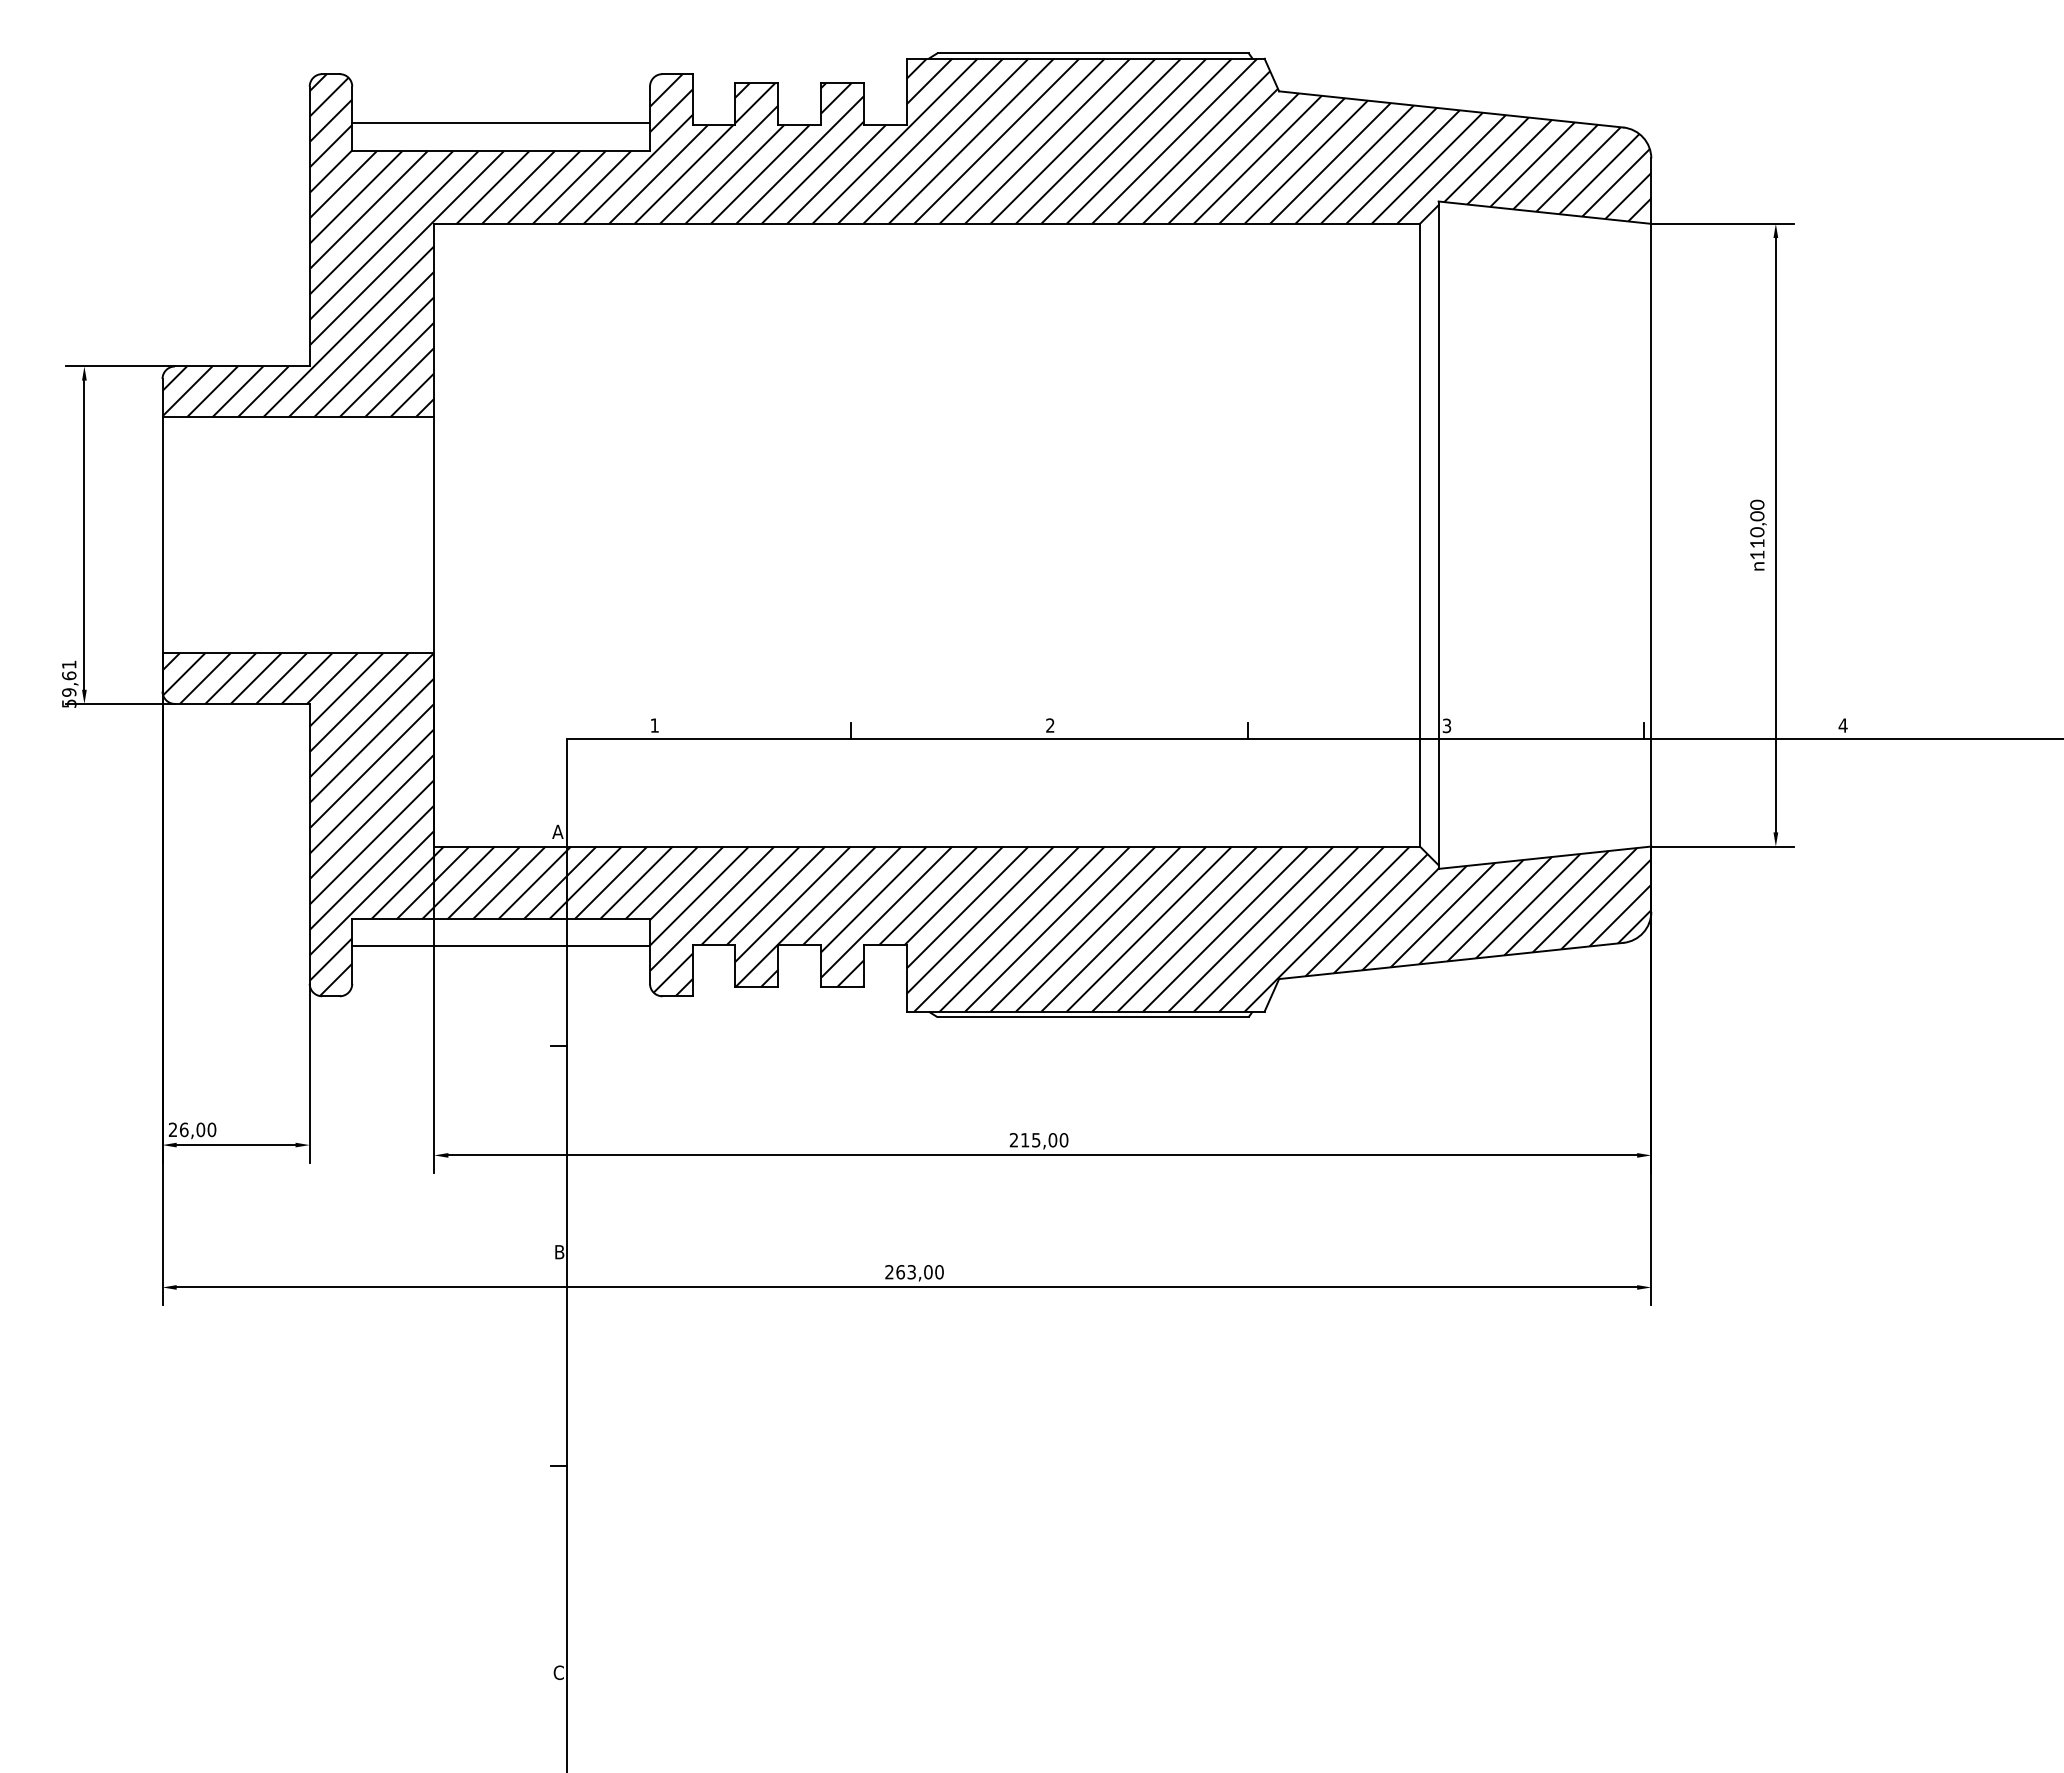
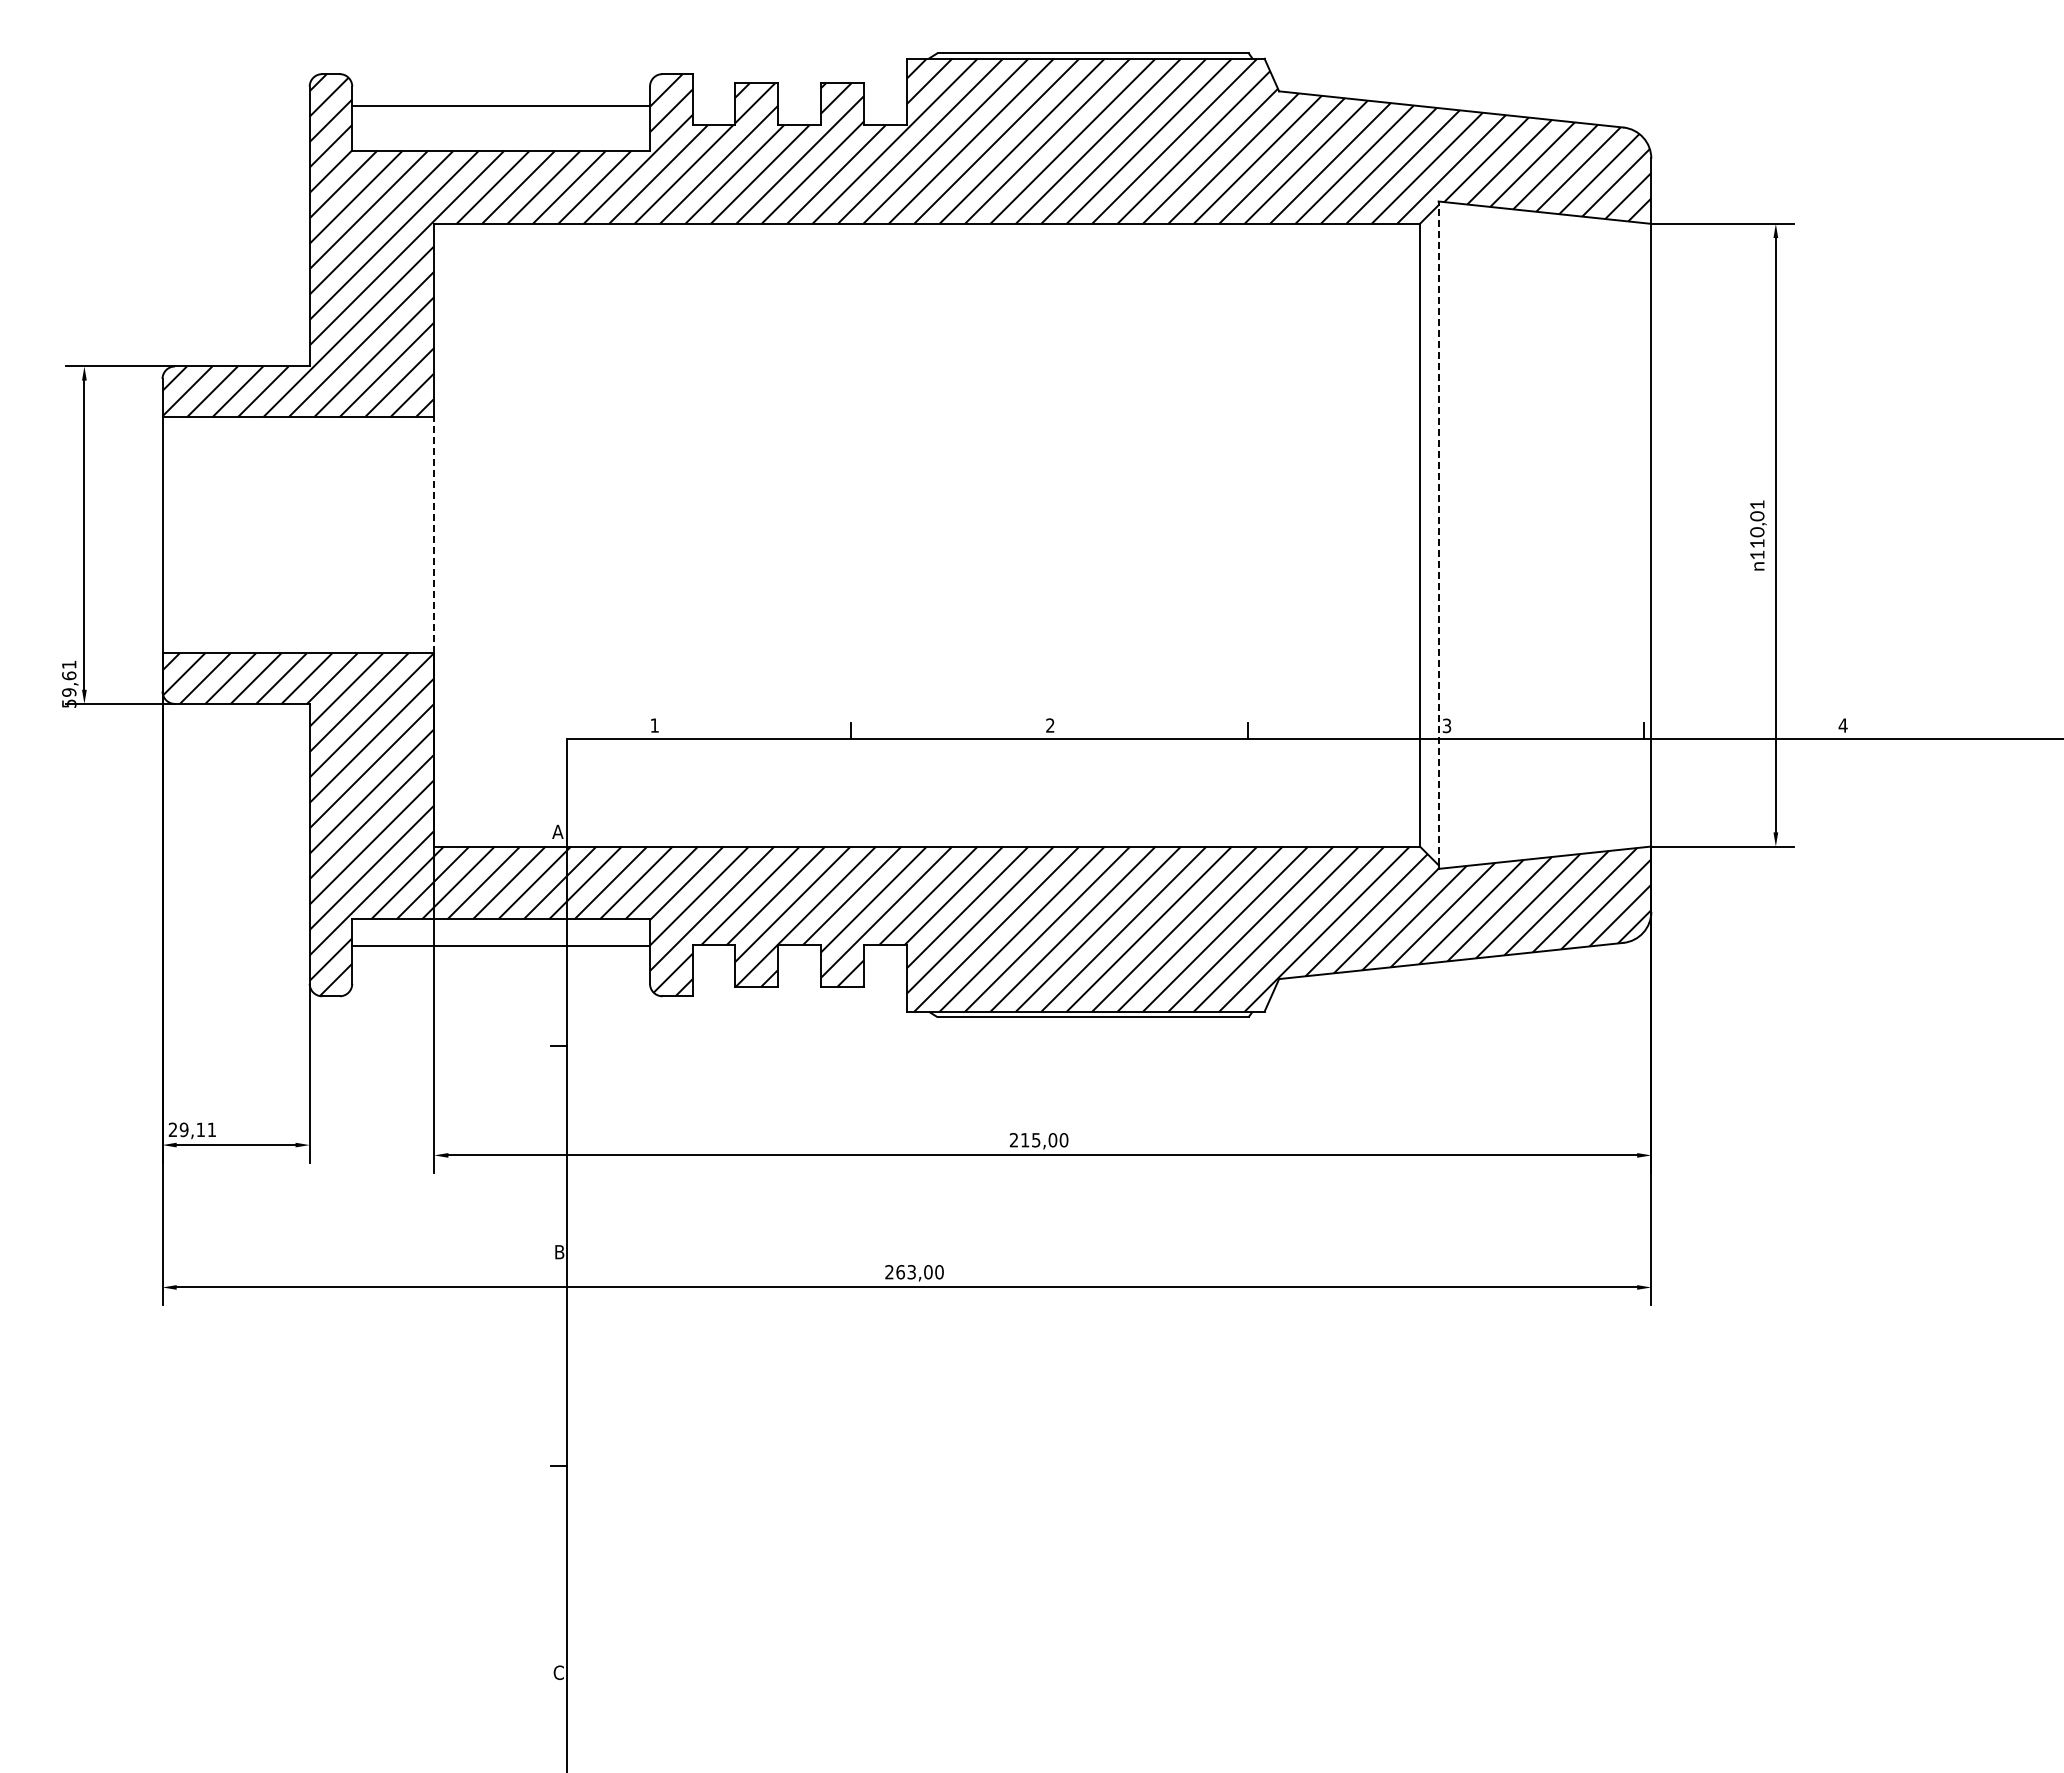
line at (501, 122) position: (501, 122) -> (501, 105)
text at (1757, 504): 110,00 -> 110,01
line at (434, 534): solid -> dashed
line at (1438, 534): solid -> dashed
text at (197, 1129): 26,00 -> 29,11
